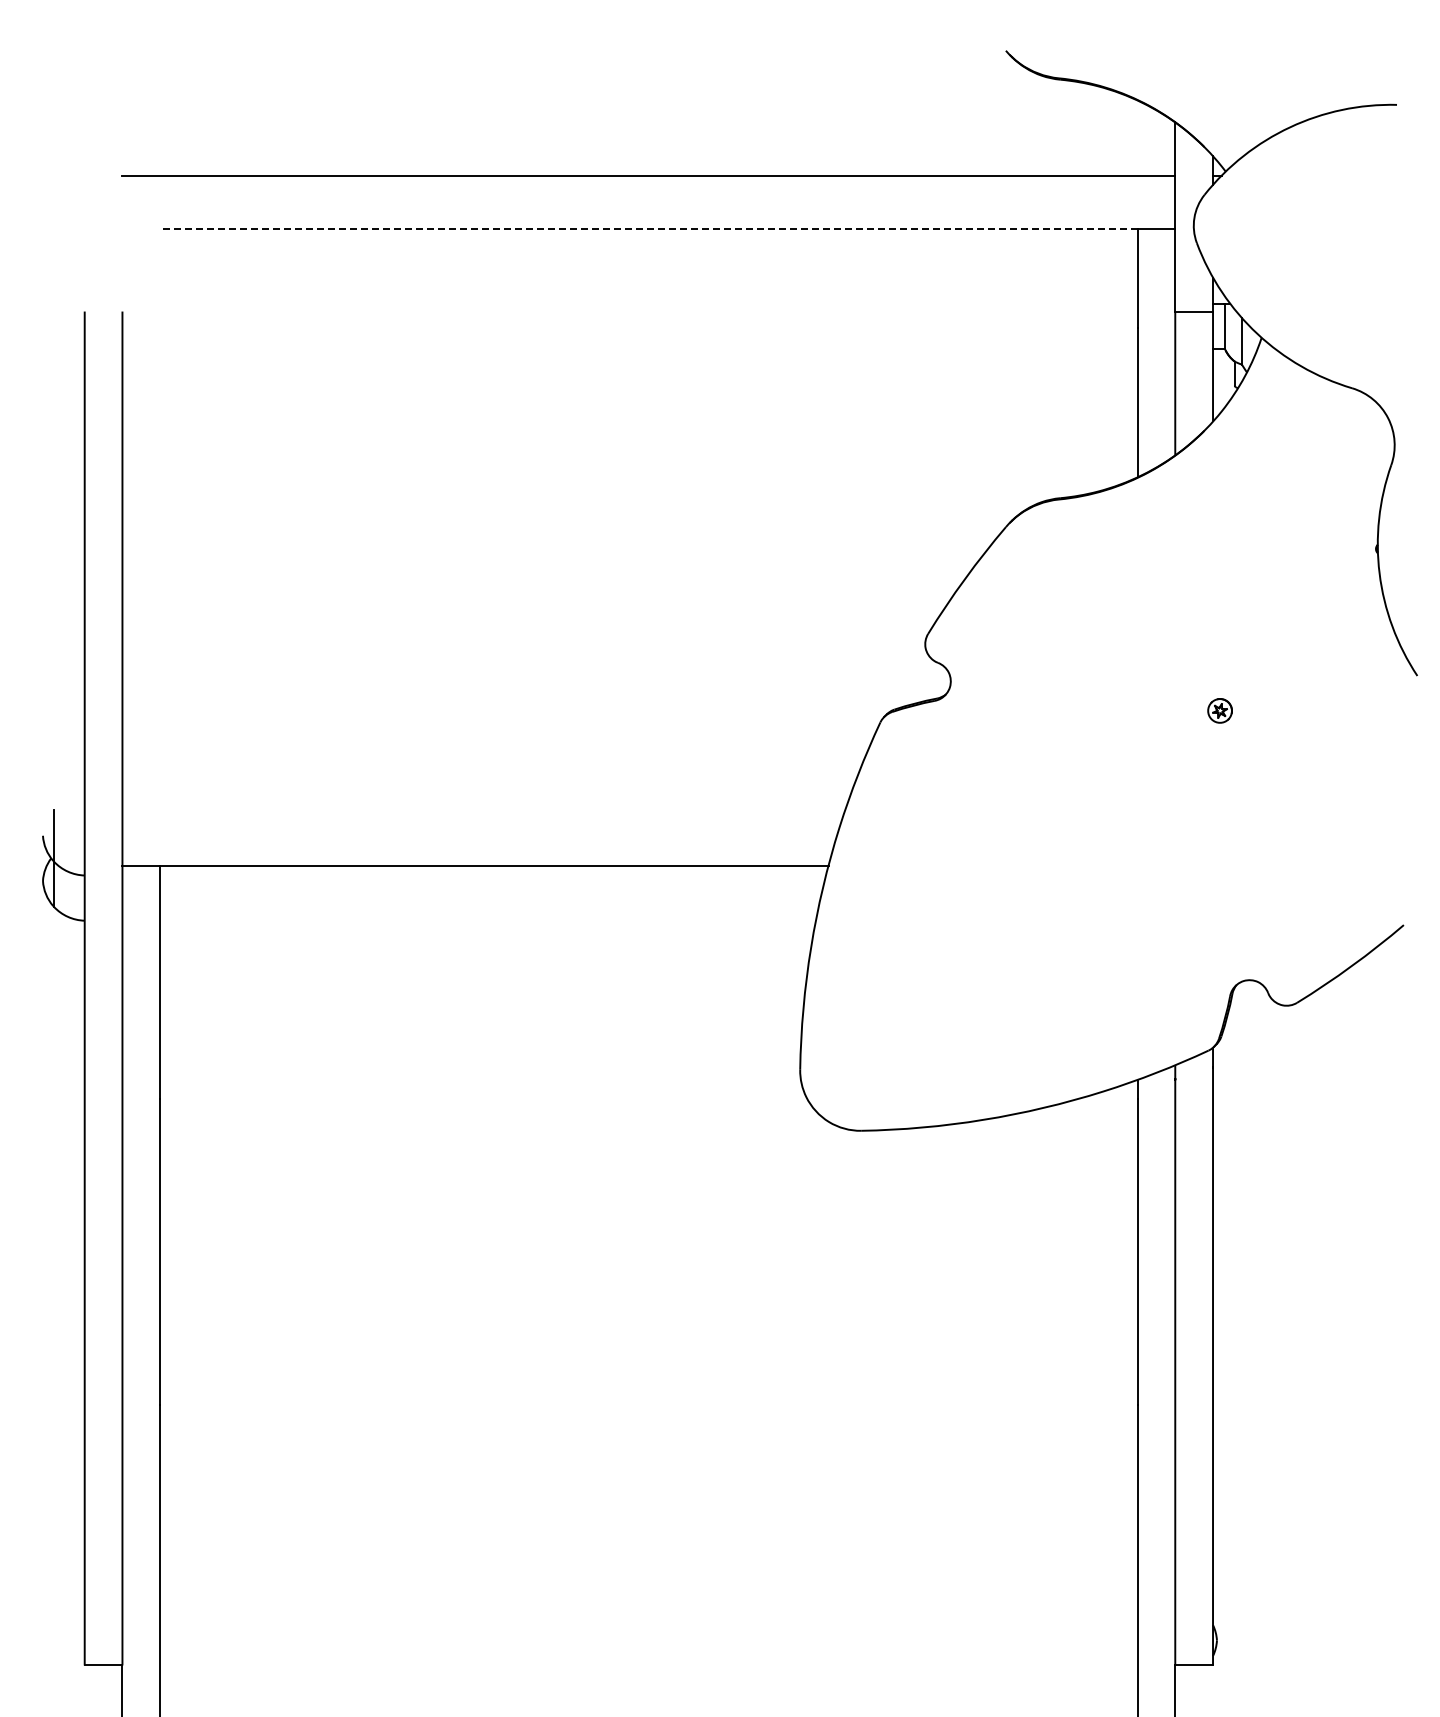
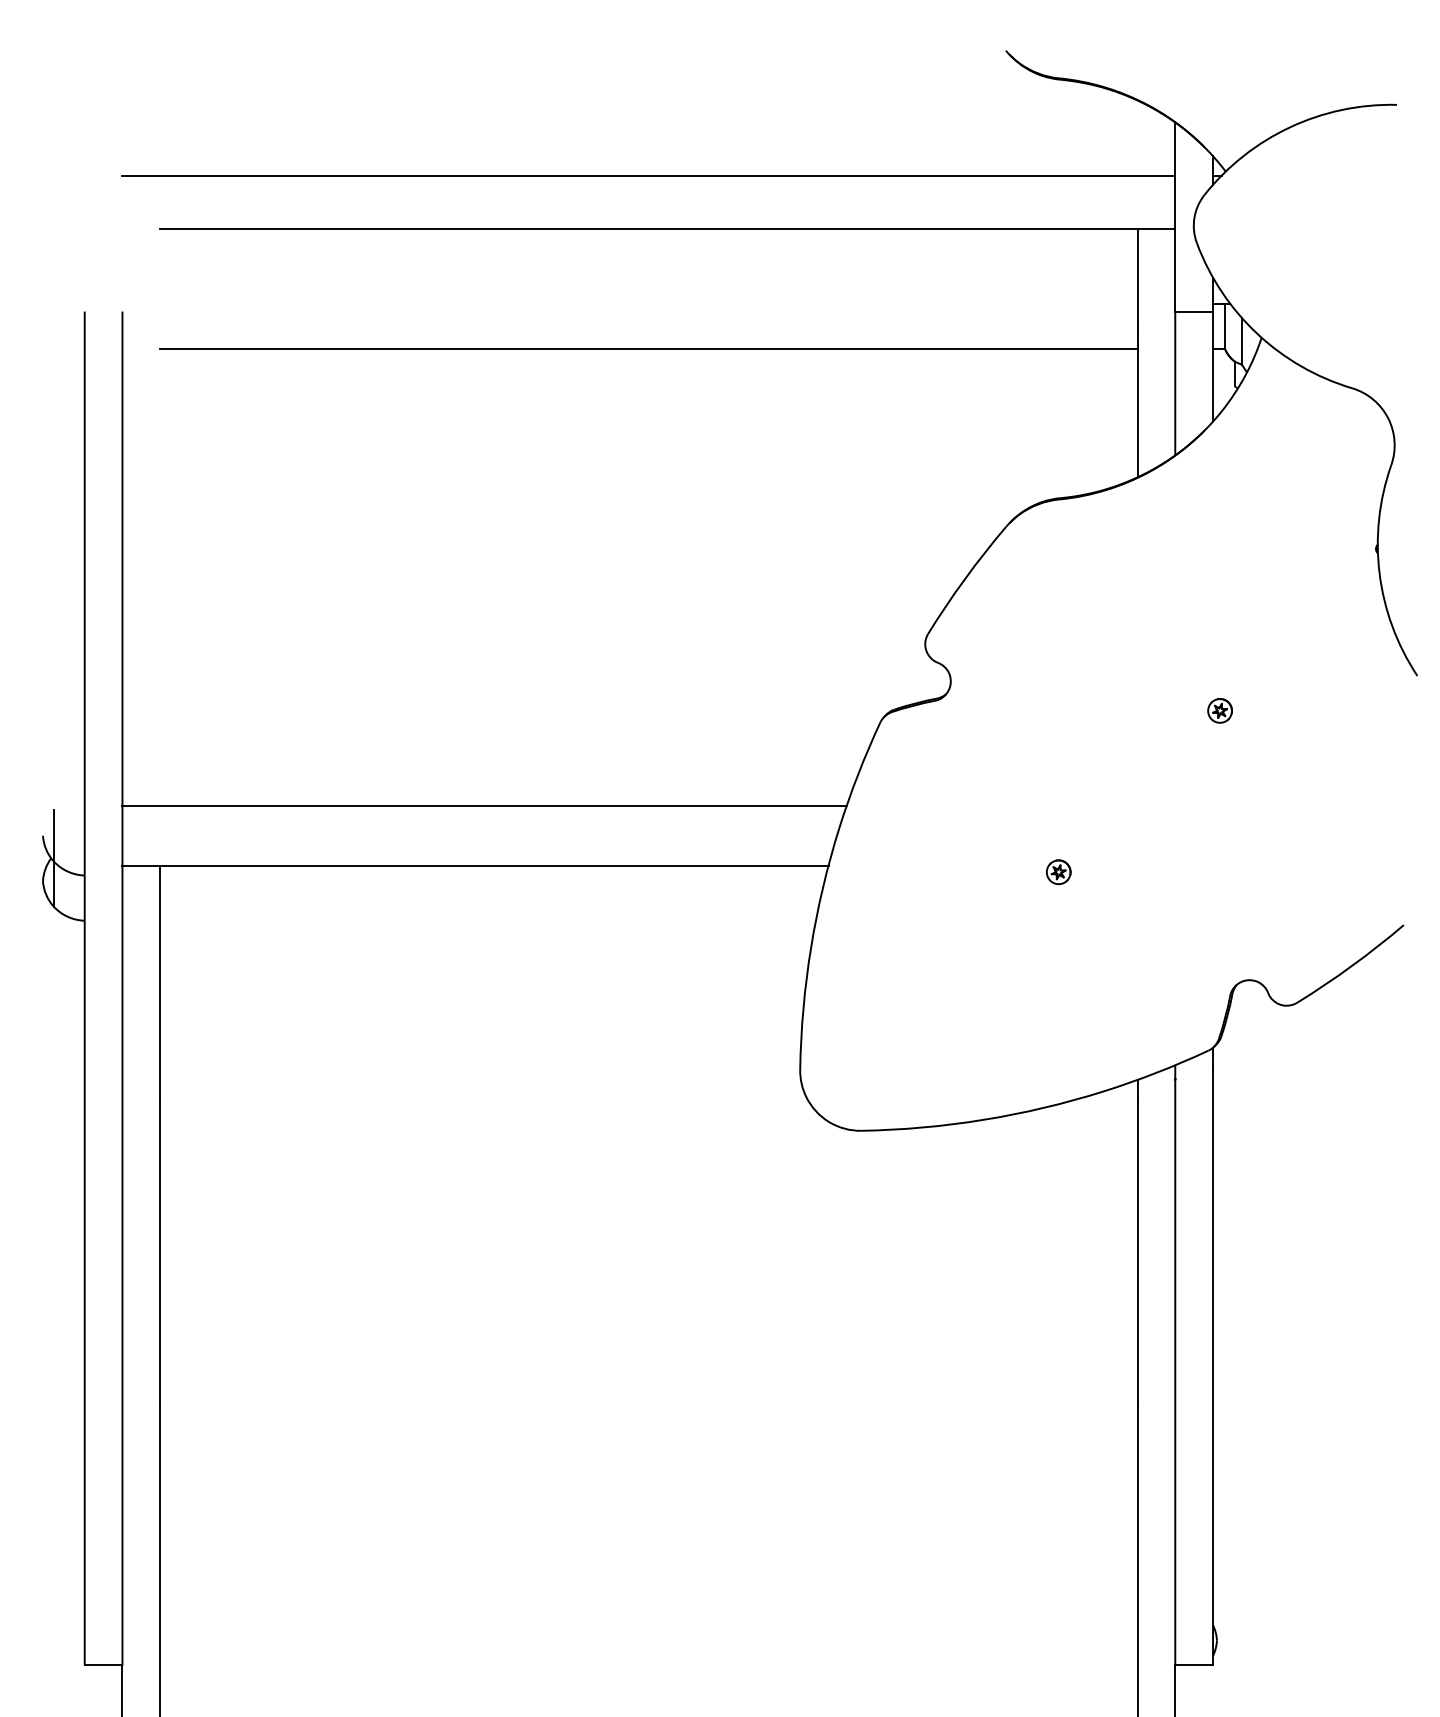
line at (648, 229): dashed -> solid
line at (648, 348): none -> present
line at (484, 805): none -> present
part at (1058, 872): none -> present
